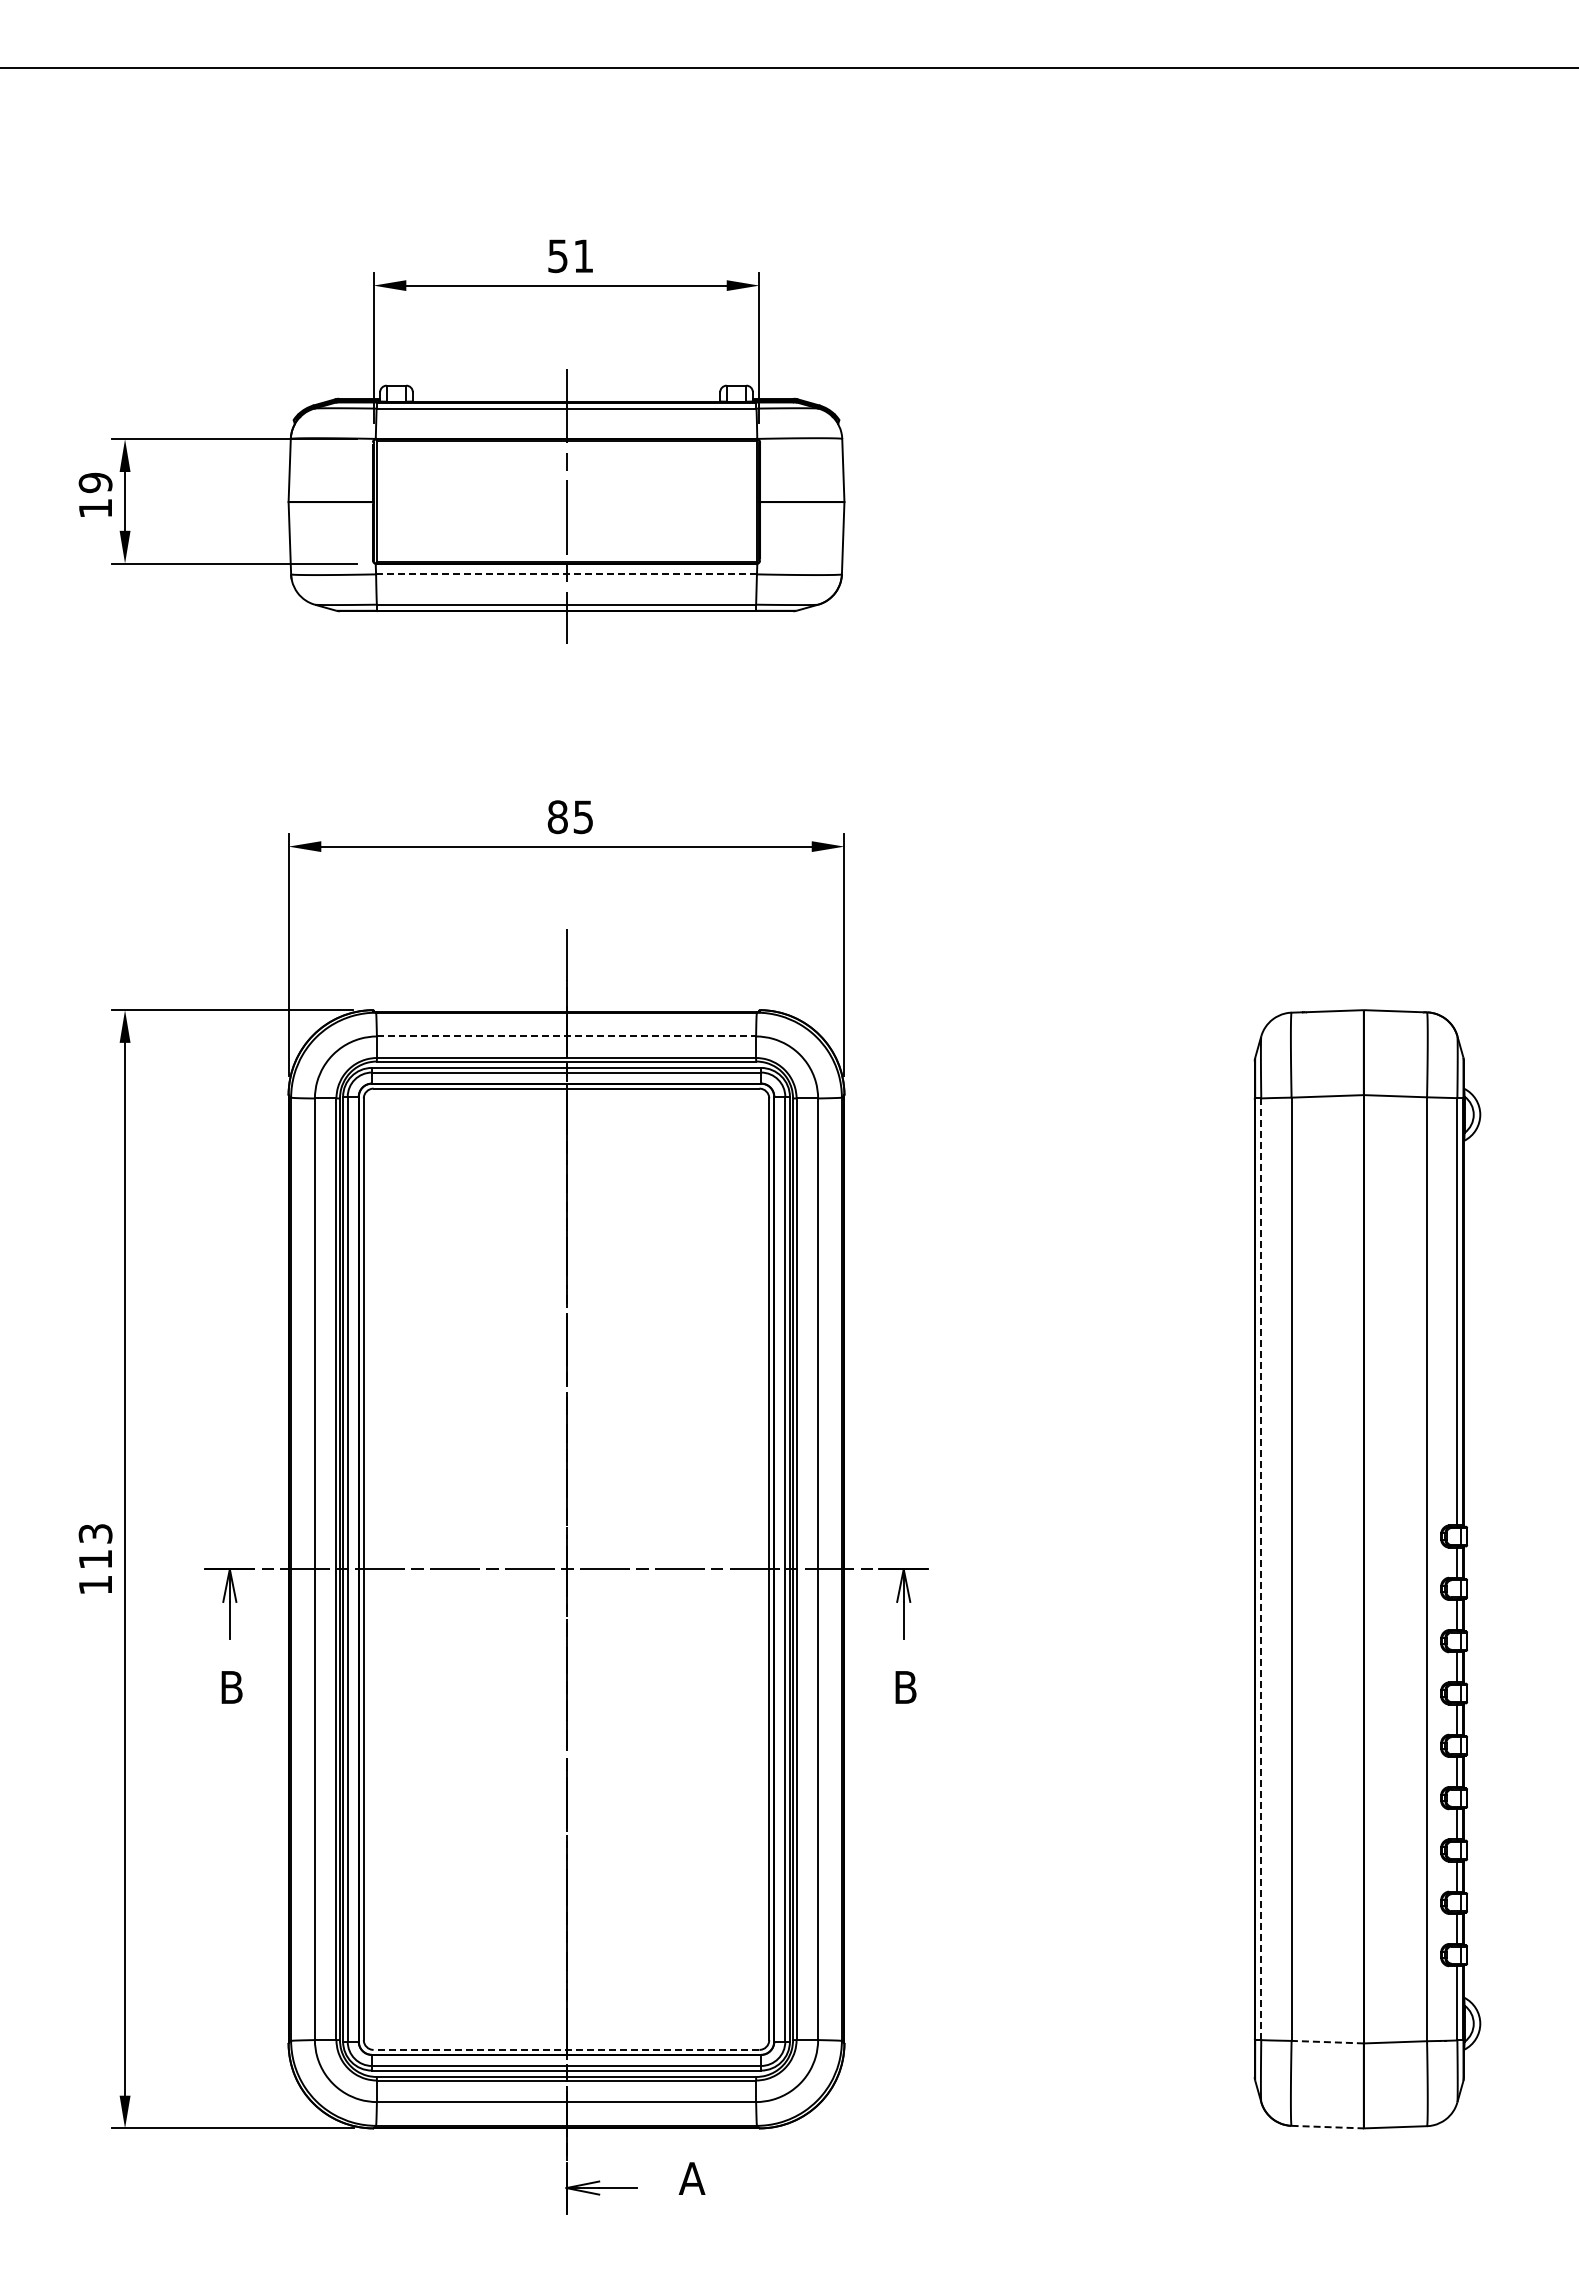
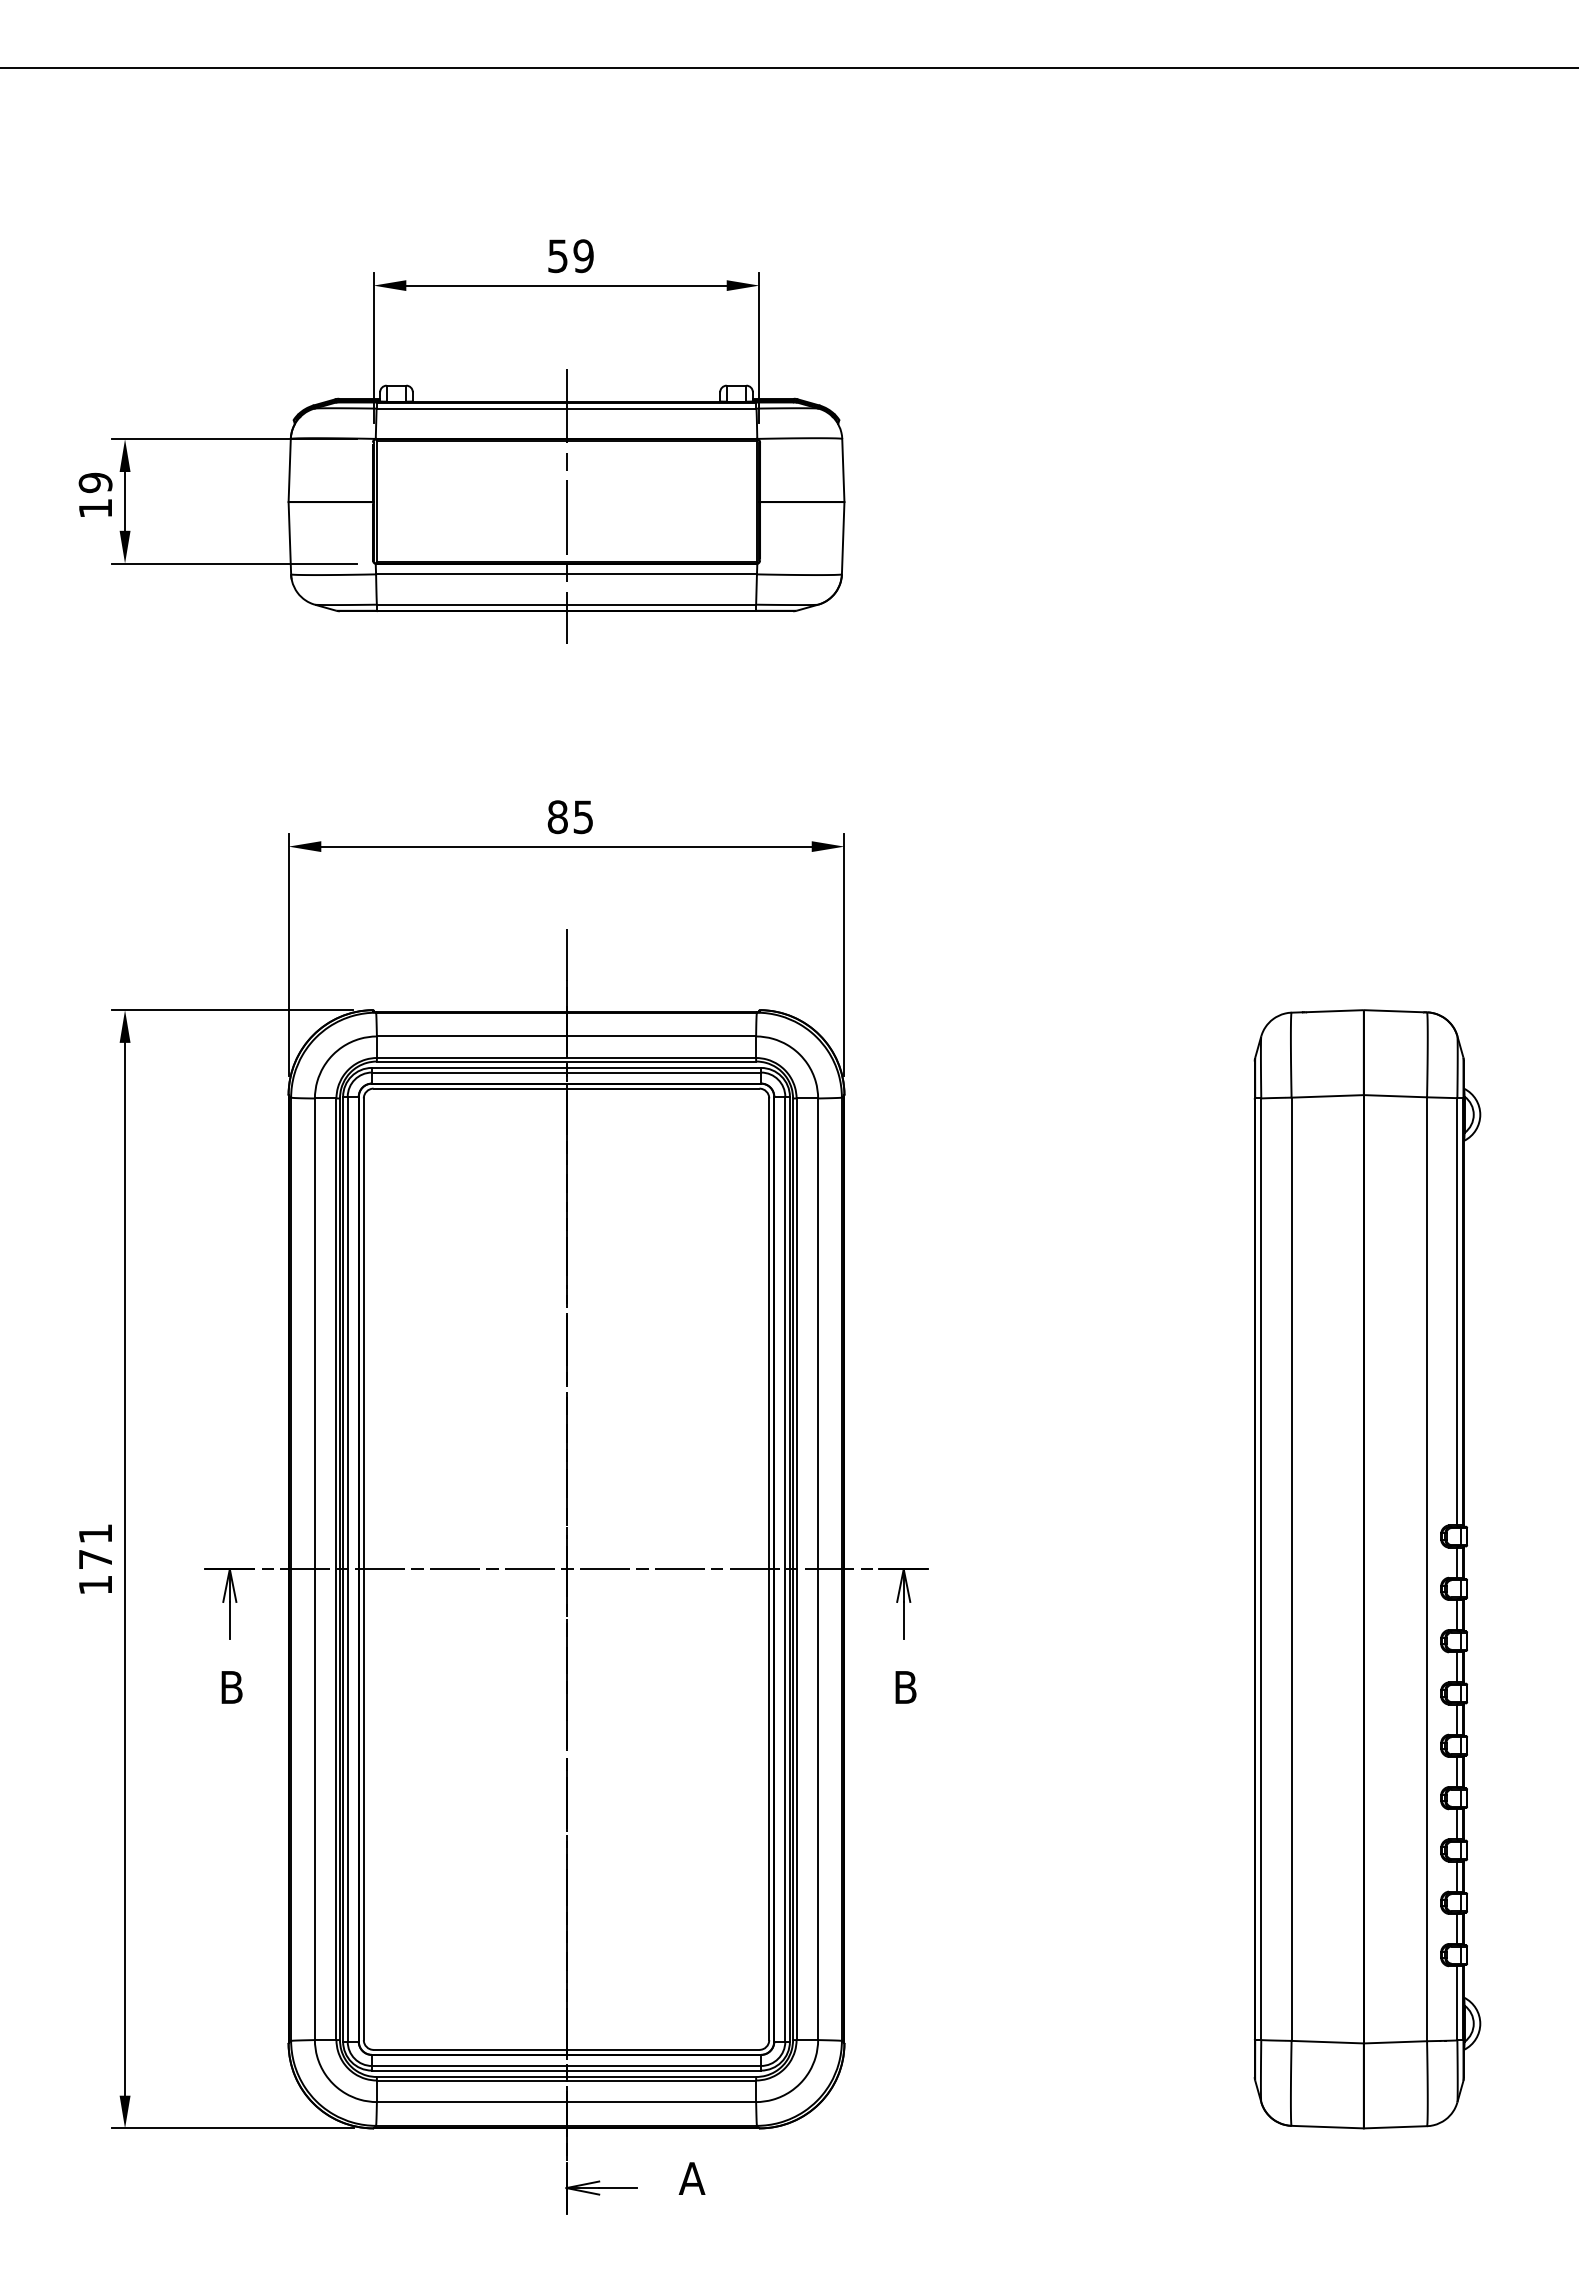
text at (583, 256): 51 -> 59
line at (566, 574): dashed -> solid
line at (566, 1036): dashed -> solid
text at (95, 1546): 113 -> 171
line at (1261, 1569): dashed -> solid
line at (1327, 2042): dashed -> solid
line at (566, 2049): dashed -> solid
line at (1328, 2127): dashed -> solid
